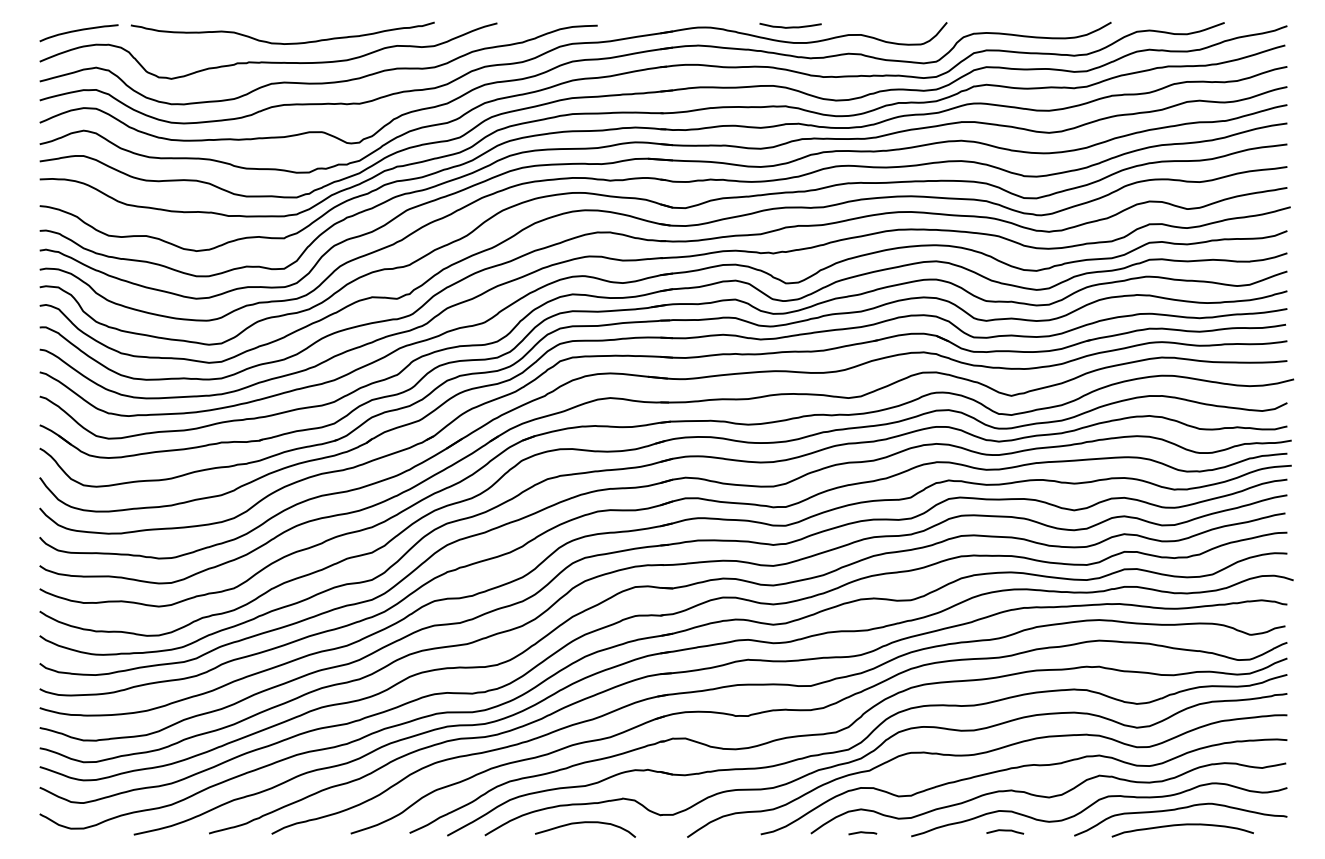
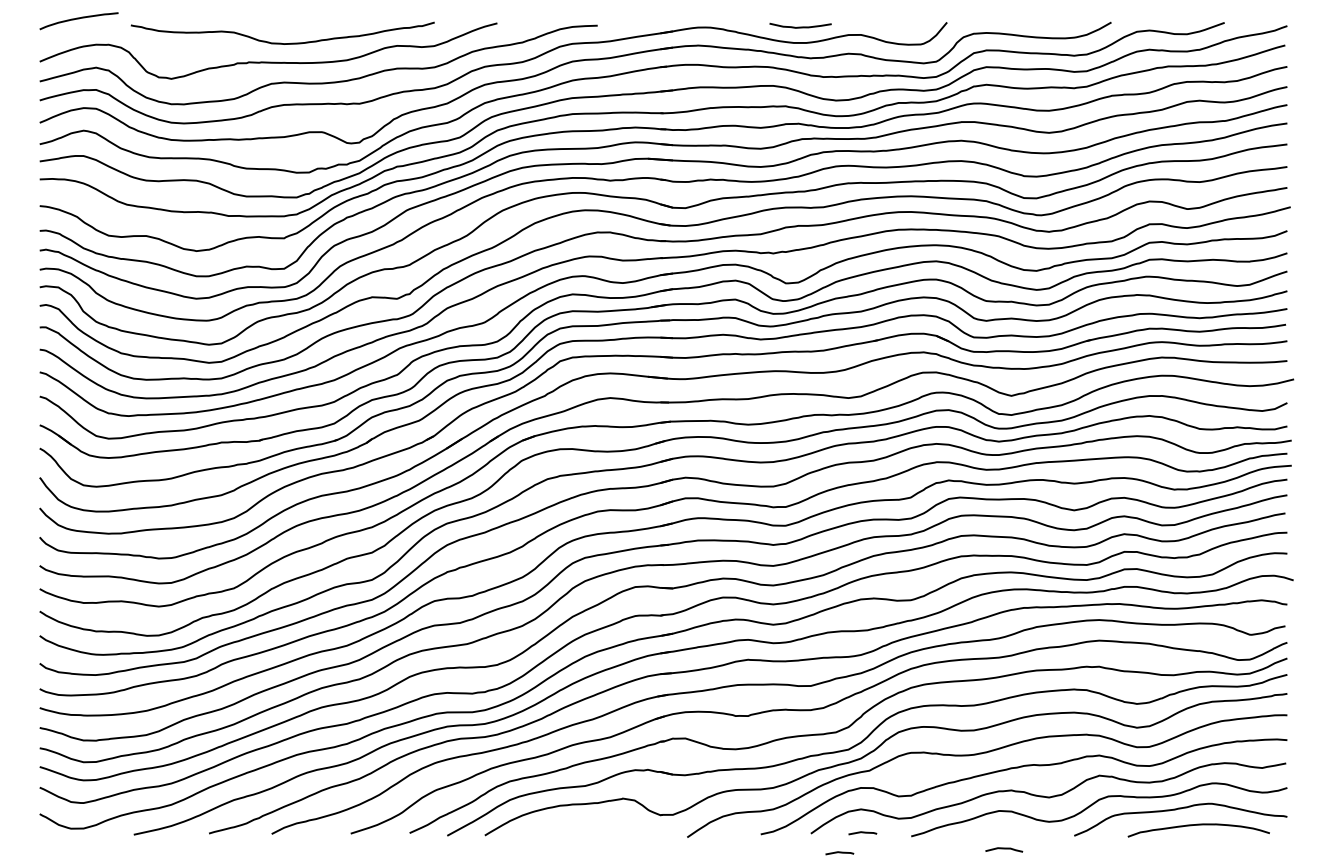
curve at (790, 26) position: (790, 26) -> (800, 26)
curve at (78, 31) position: (78, 31) -> (78, 19)
curve at (585, 823): present -> none
curve at (1182, 825) position: (1182, 825) -> (1198, 825)
curve at (1005, 831) position: (1005, 831) -> (1004, 849)
line at (839, 853): none -> present
